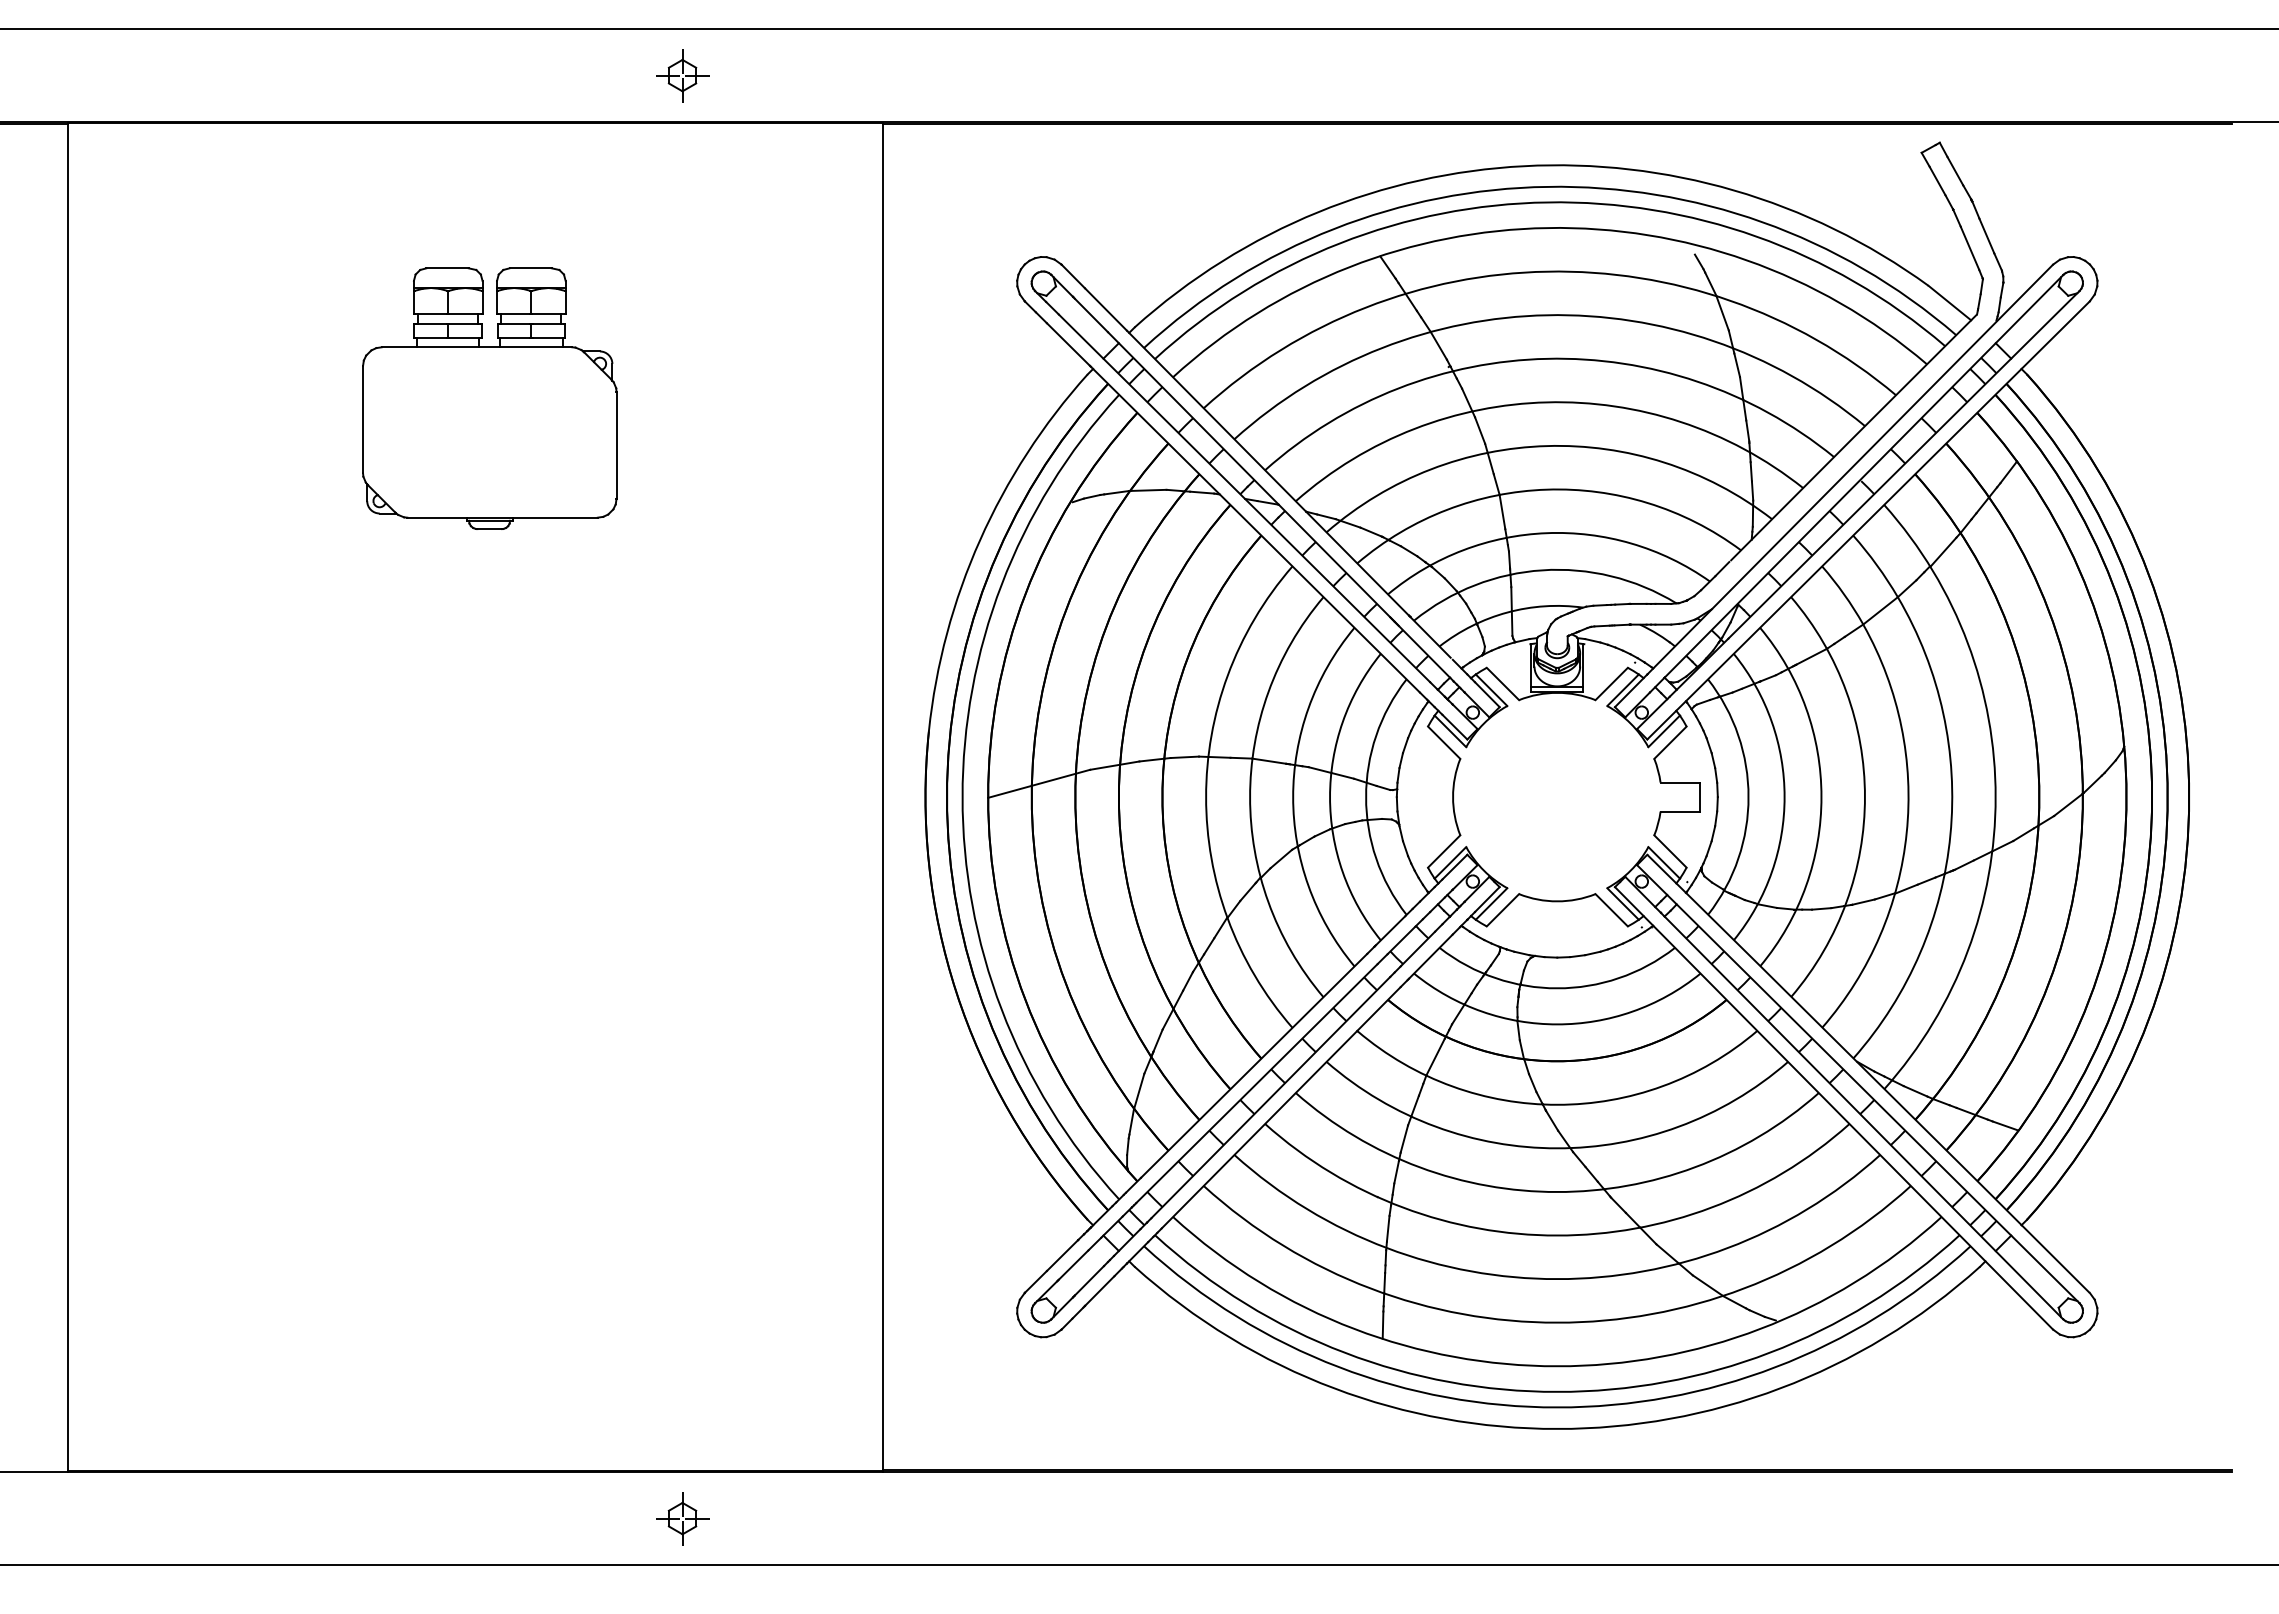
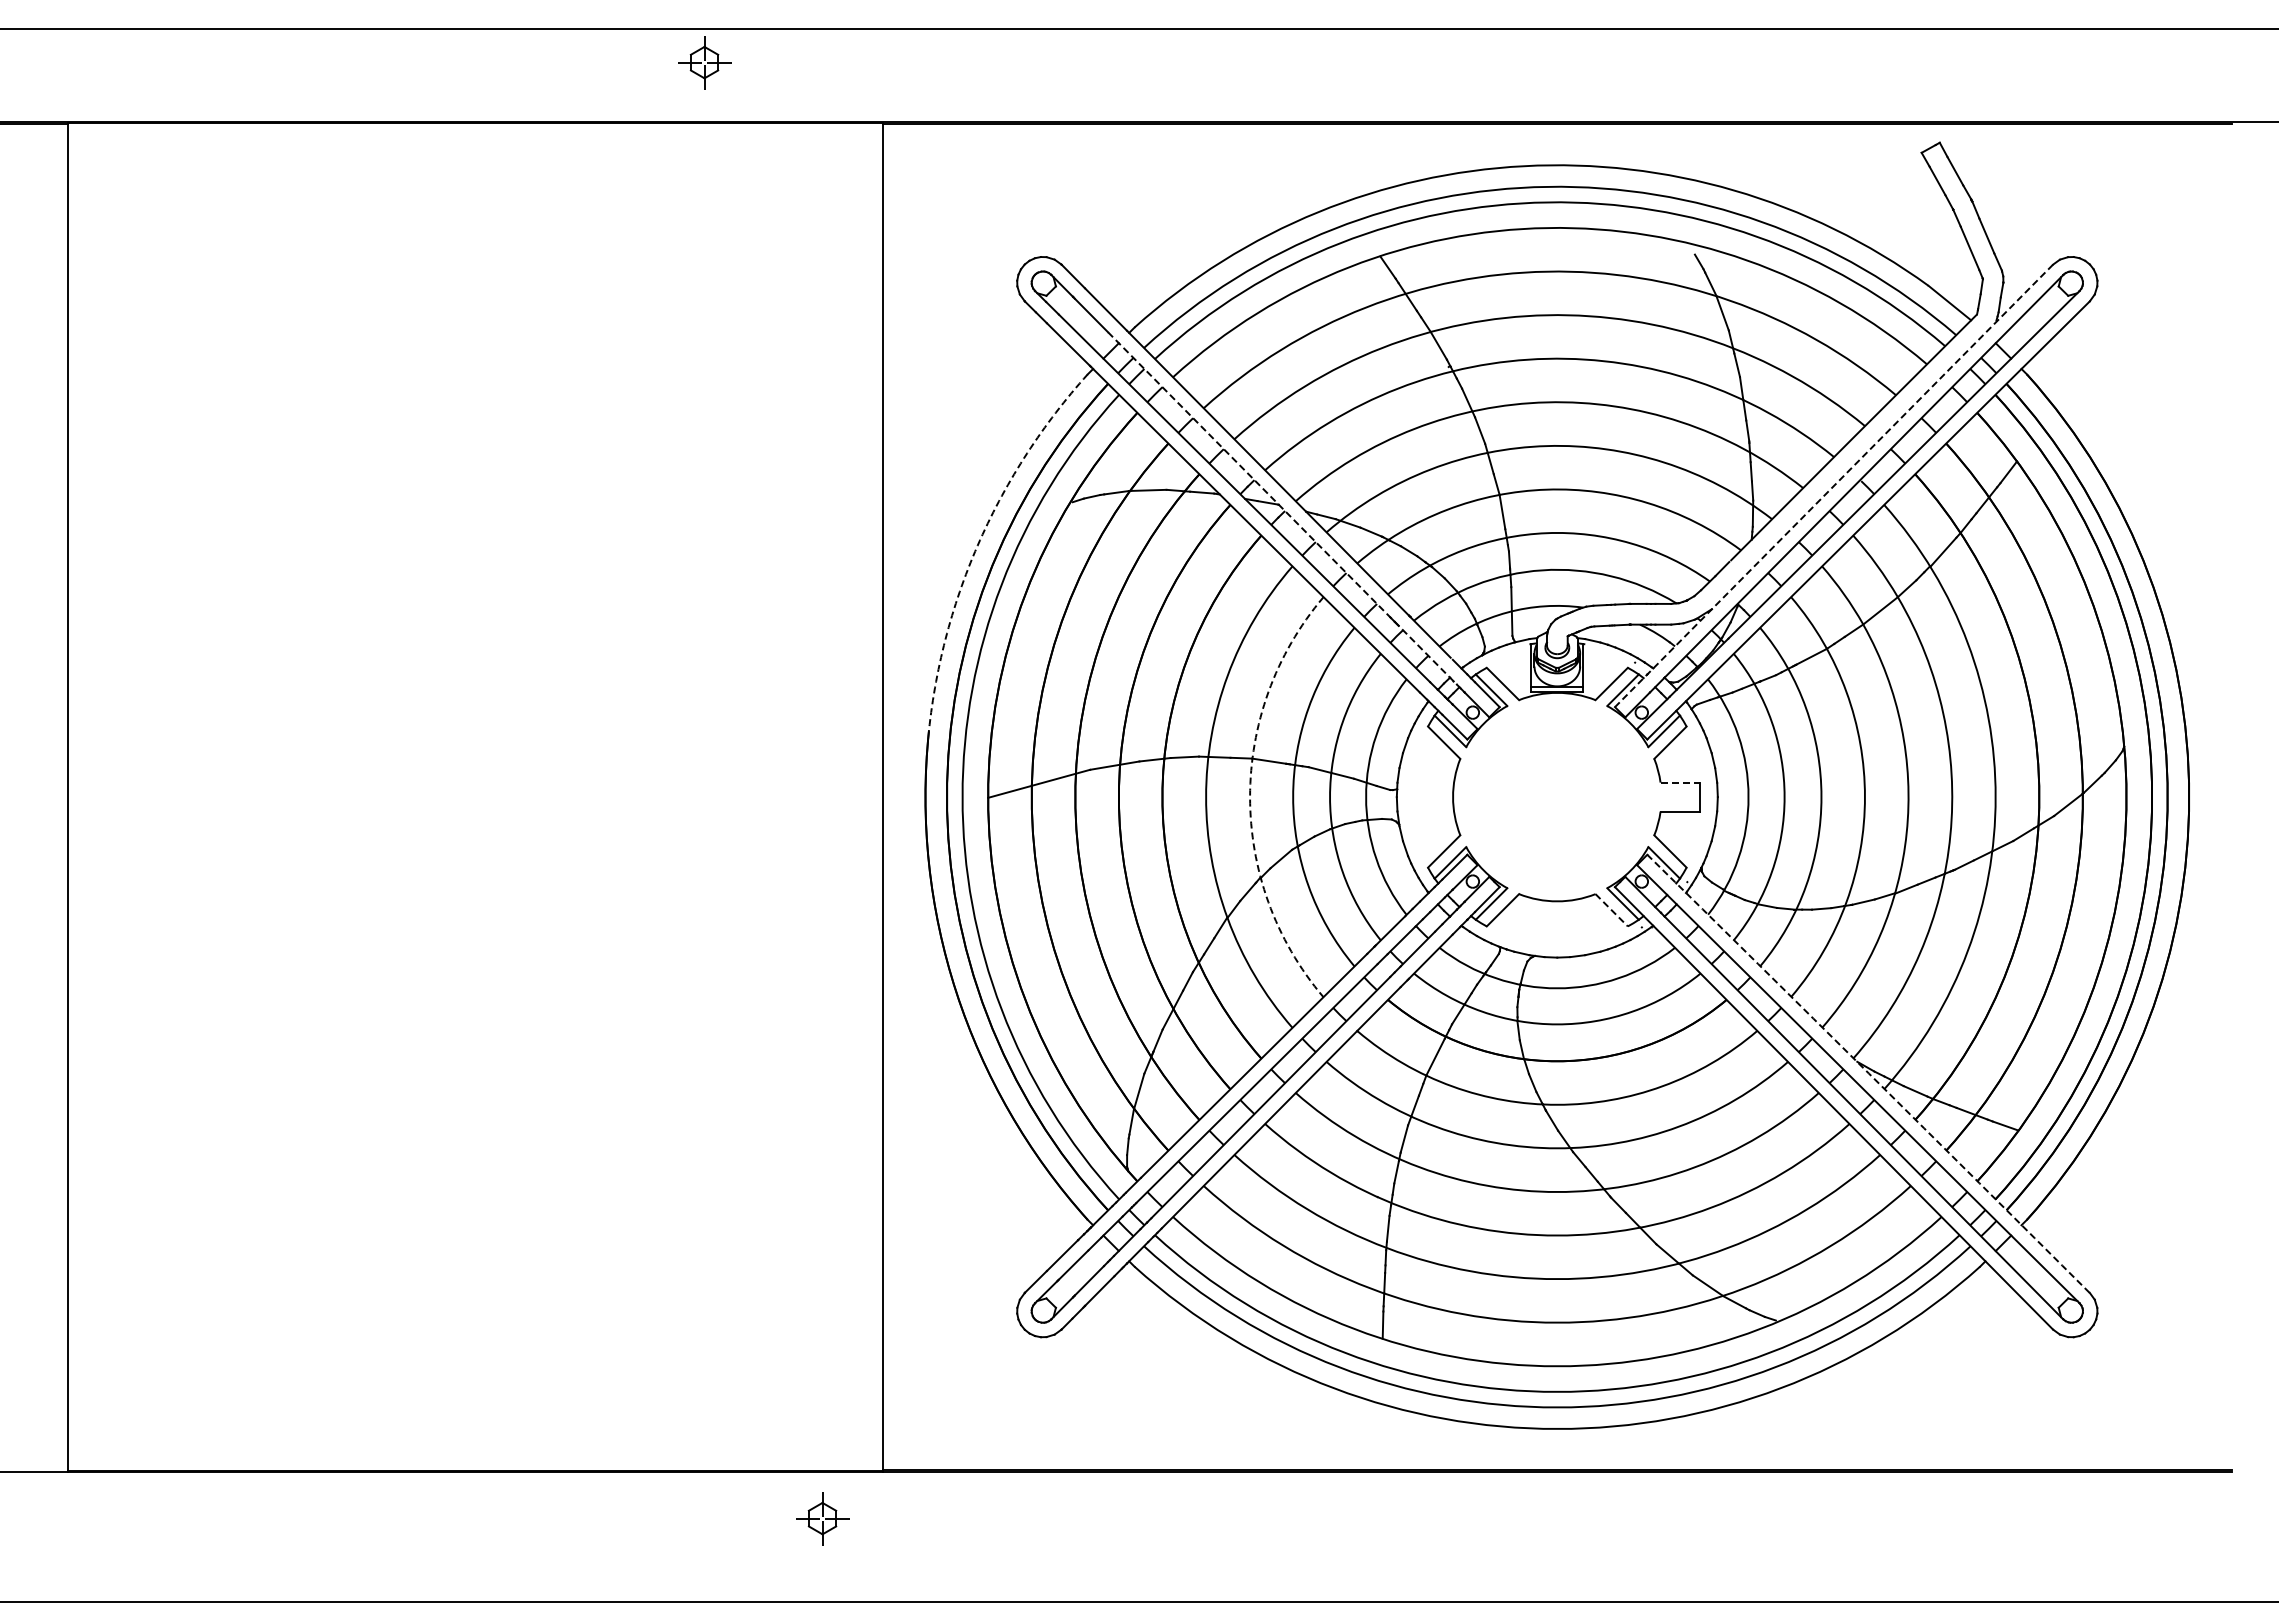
part at (682, 75) position: (682, 75) -> (704, 62)
part at (489, 398): present -> none
line at (1833, 486): solid -> dashed
line at (1282, 508): solid -> dashed
arc at (980, 540): solid -> dashed
line at (1680, 782): solid -> dashed
arc at (1250, 797): solid -> dashed
line at (1611, 910): solid -> dashed
arc at (1868, 1073): solid -> dashed
part at (682, 1518) position: (682, 1518) -> (822, 1518)
line at (1138, 1565) position: (1138, 1565) -> (1138, 1602)
